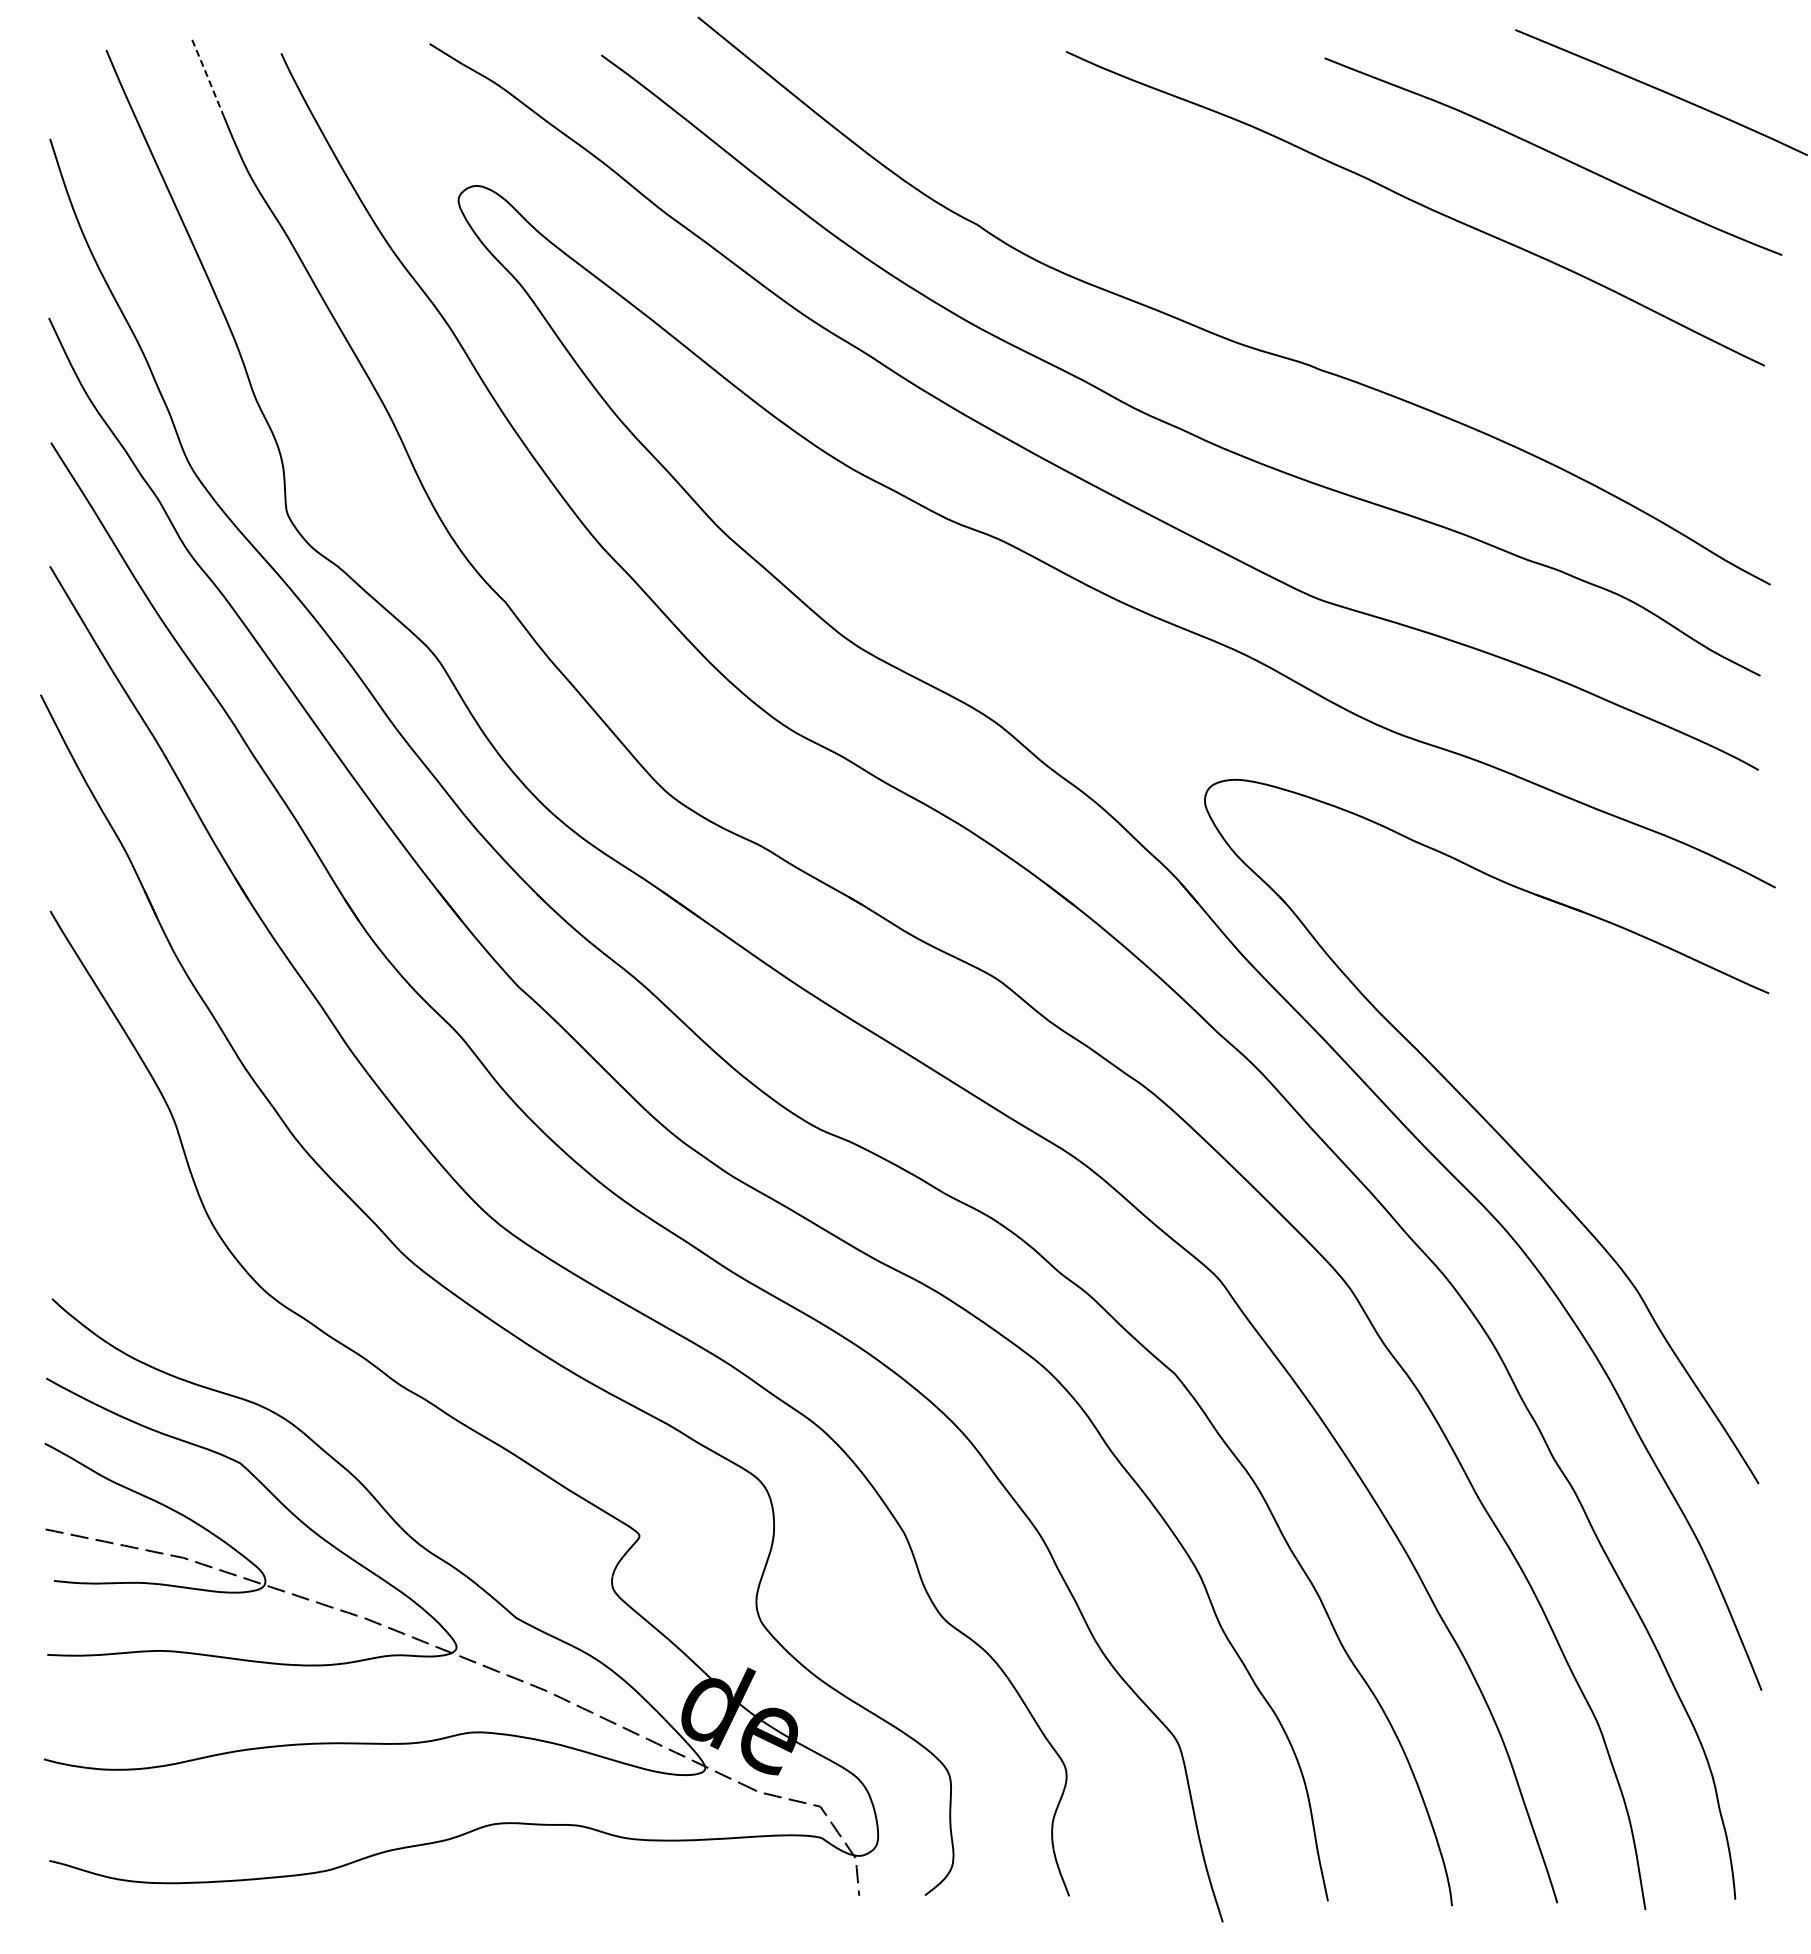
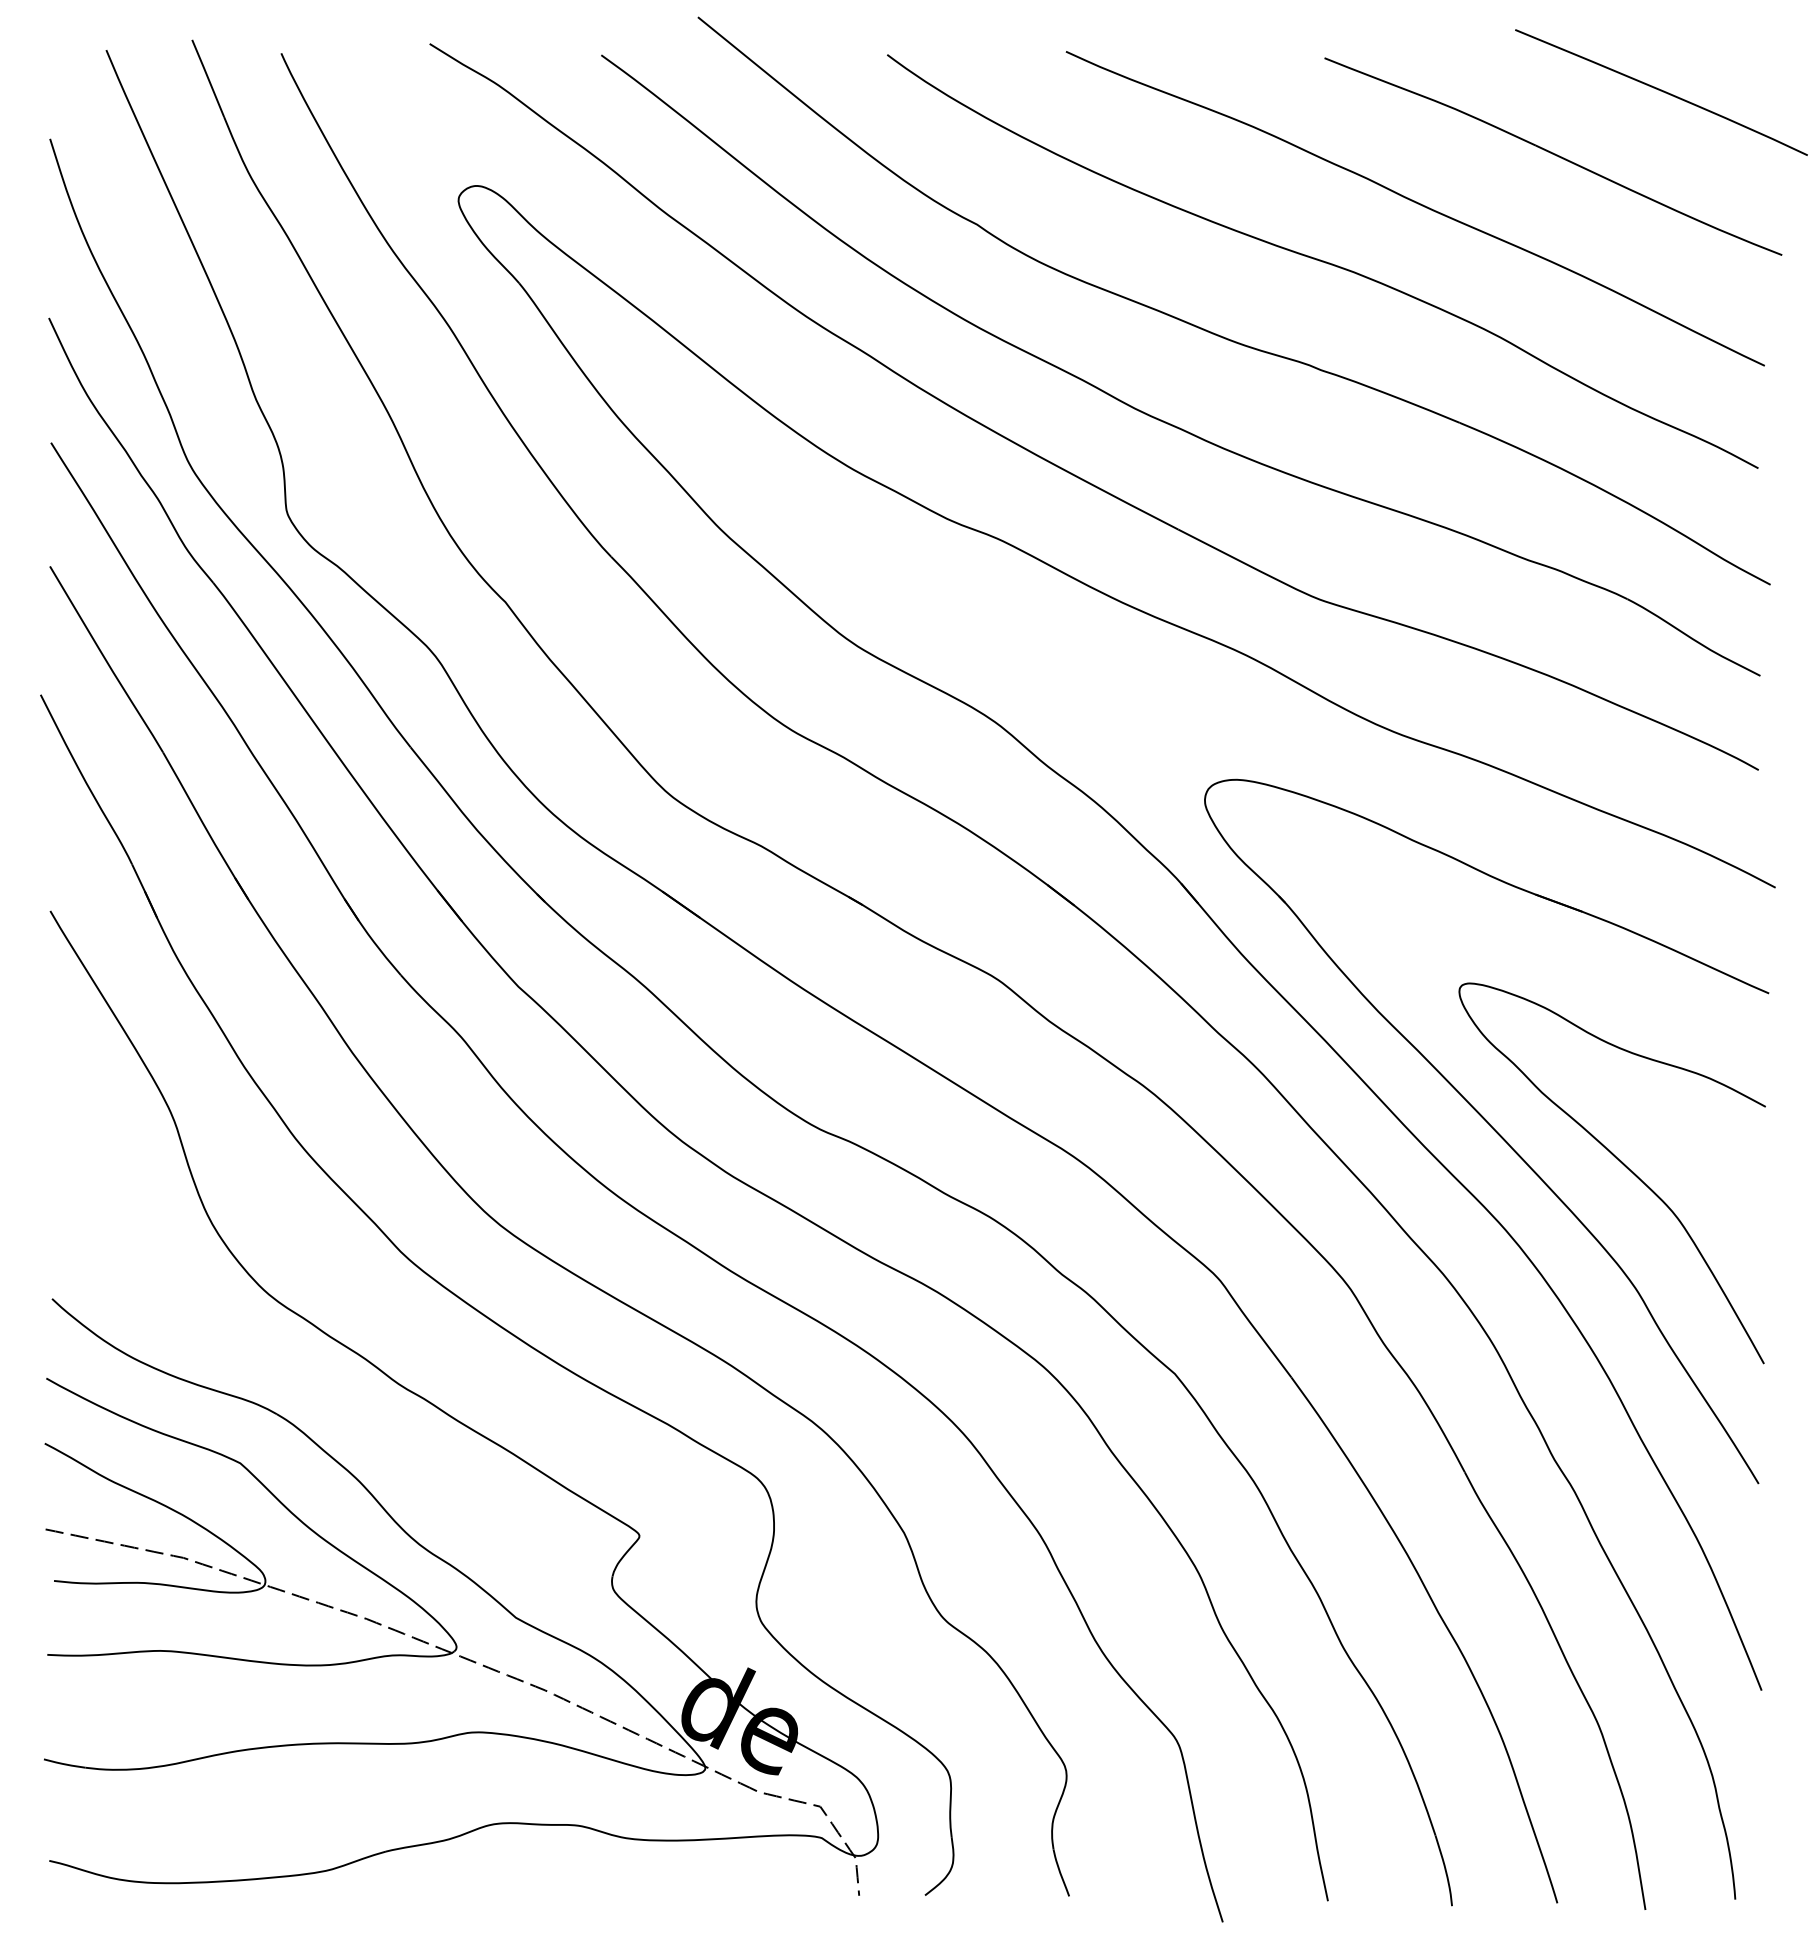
line at (208, 78): dashed -> solid
curve at (1322, 261): none -> present
curve at (1621, 1163): none -> present
